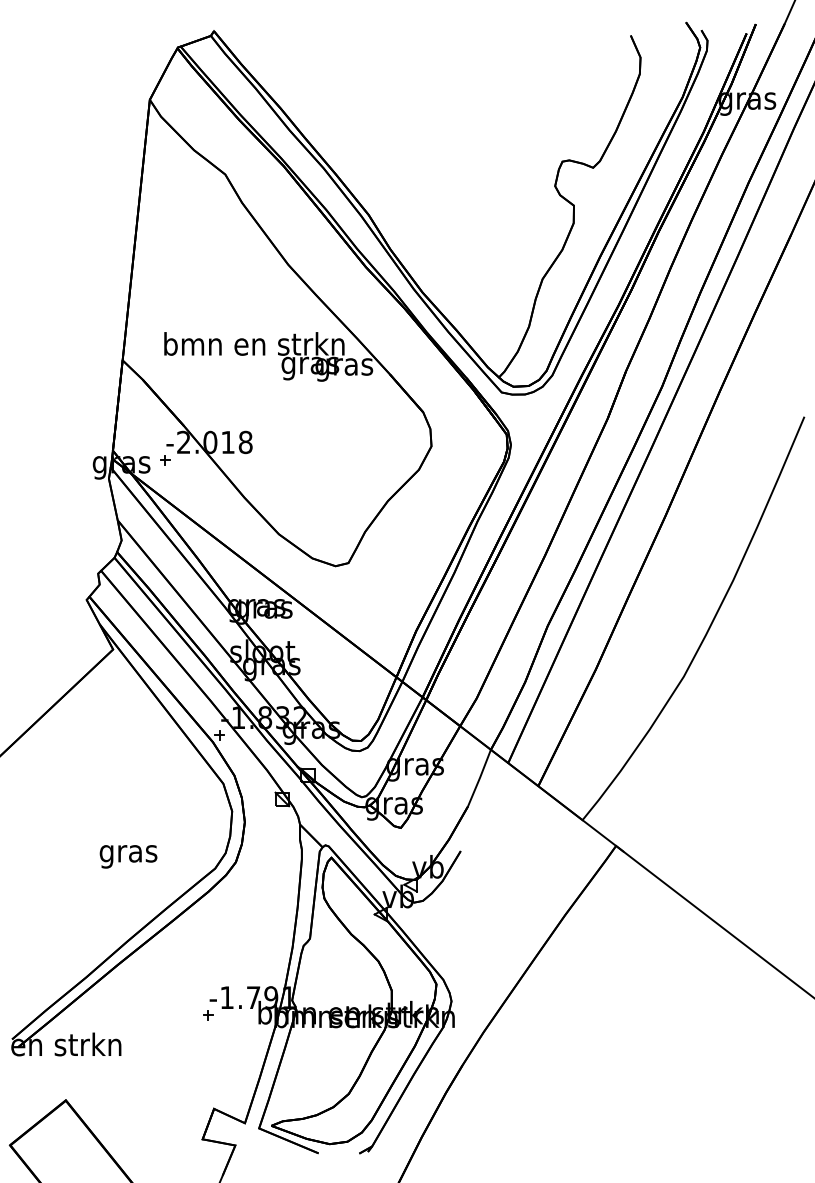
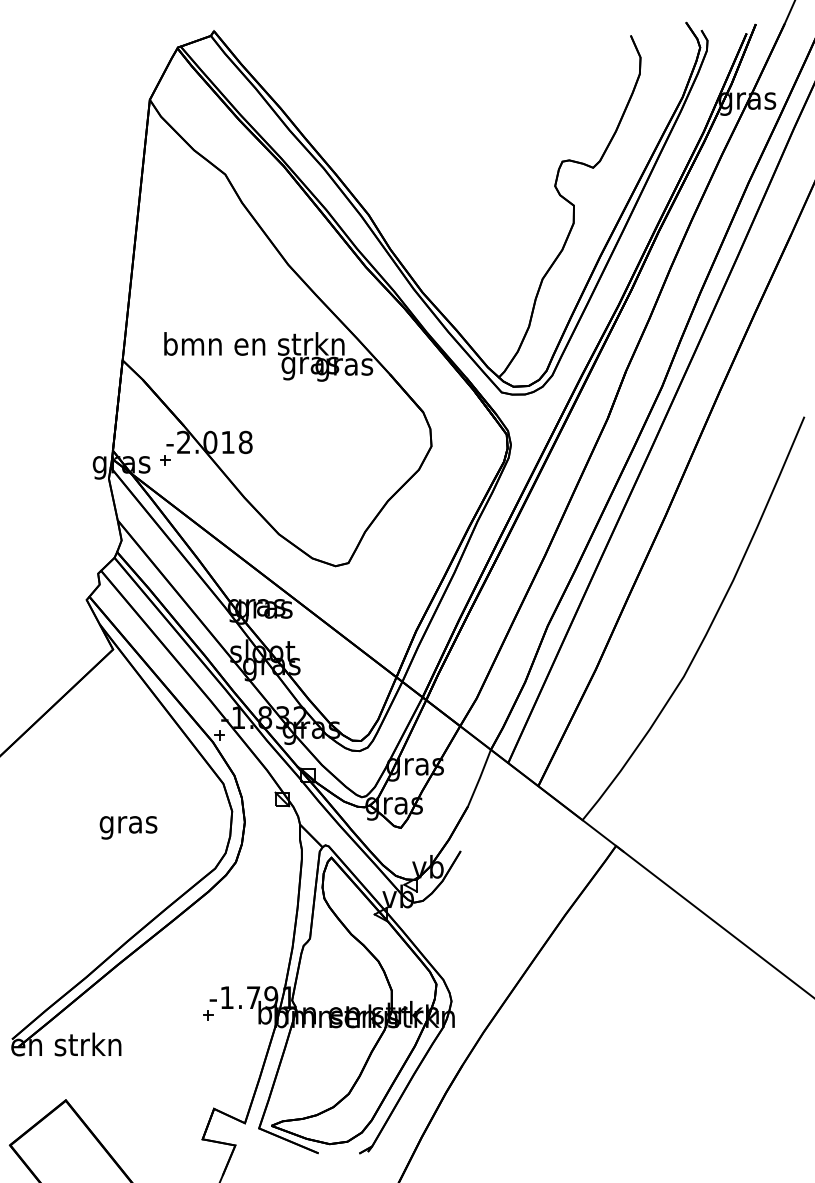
text at (128, 856) position: (128, 856) -> (128, 827)
